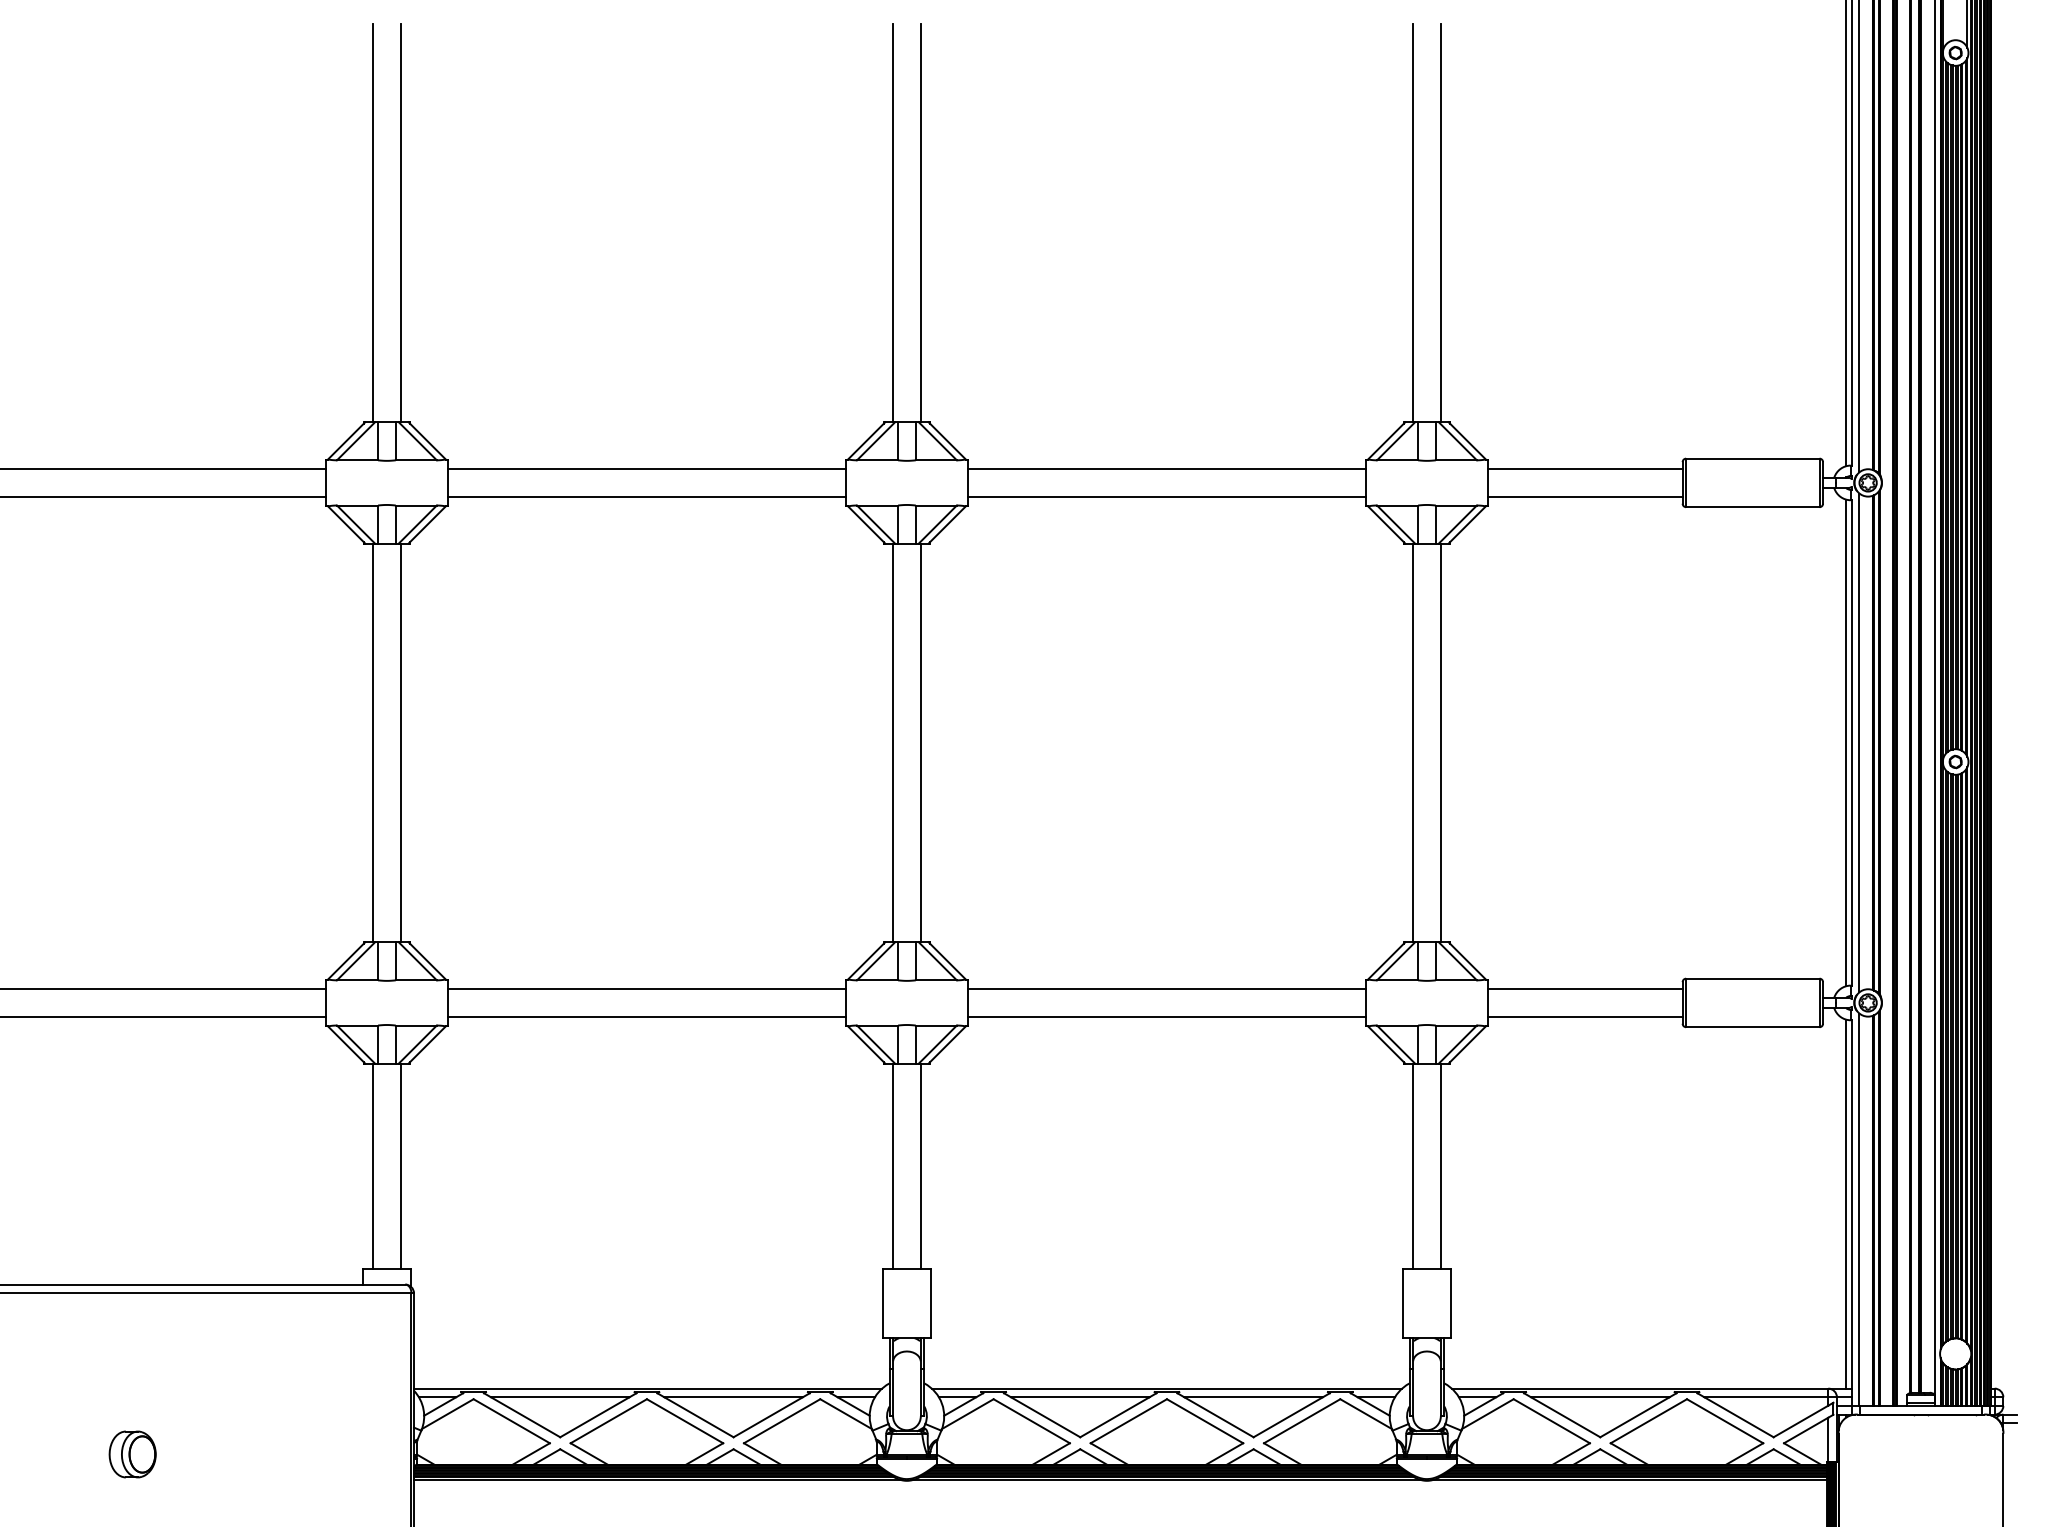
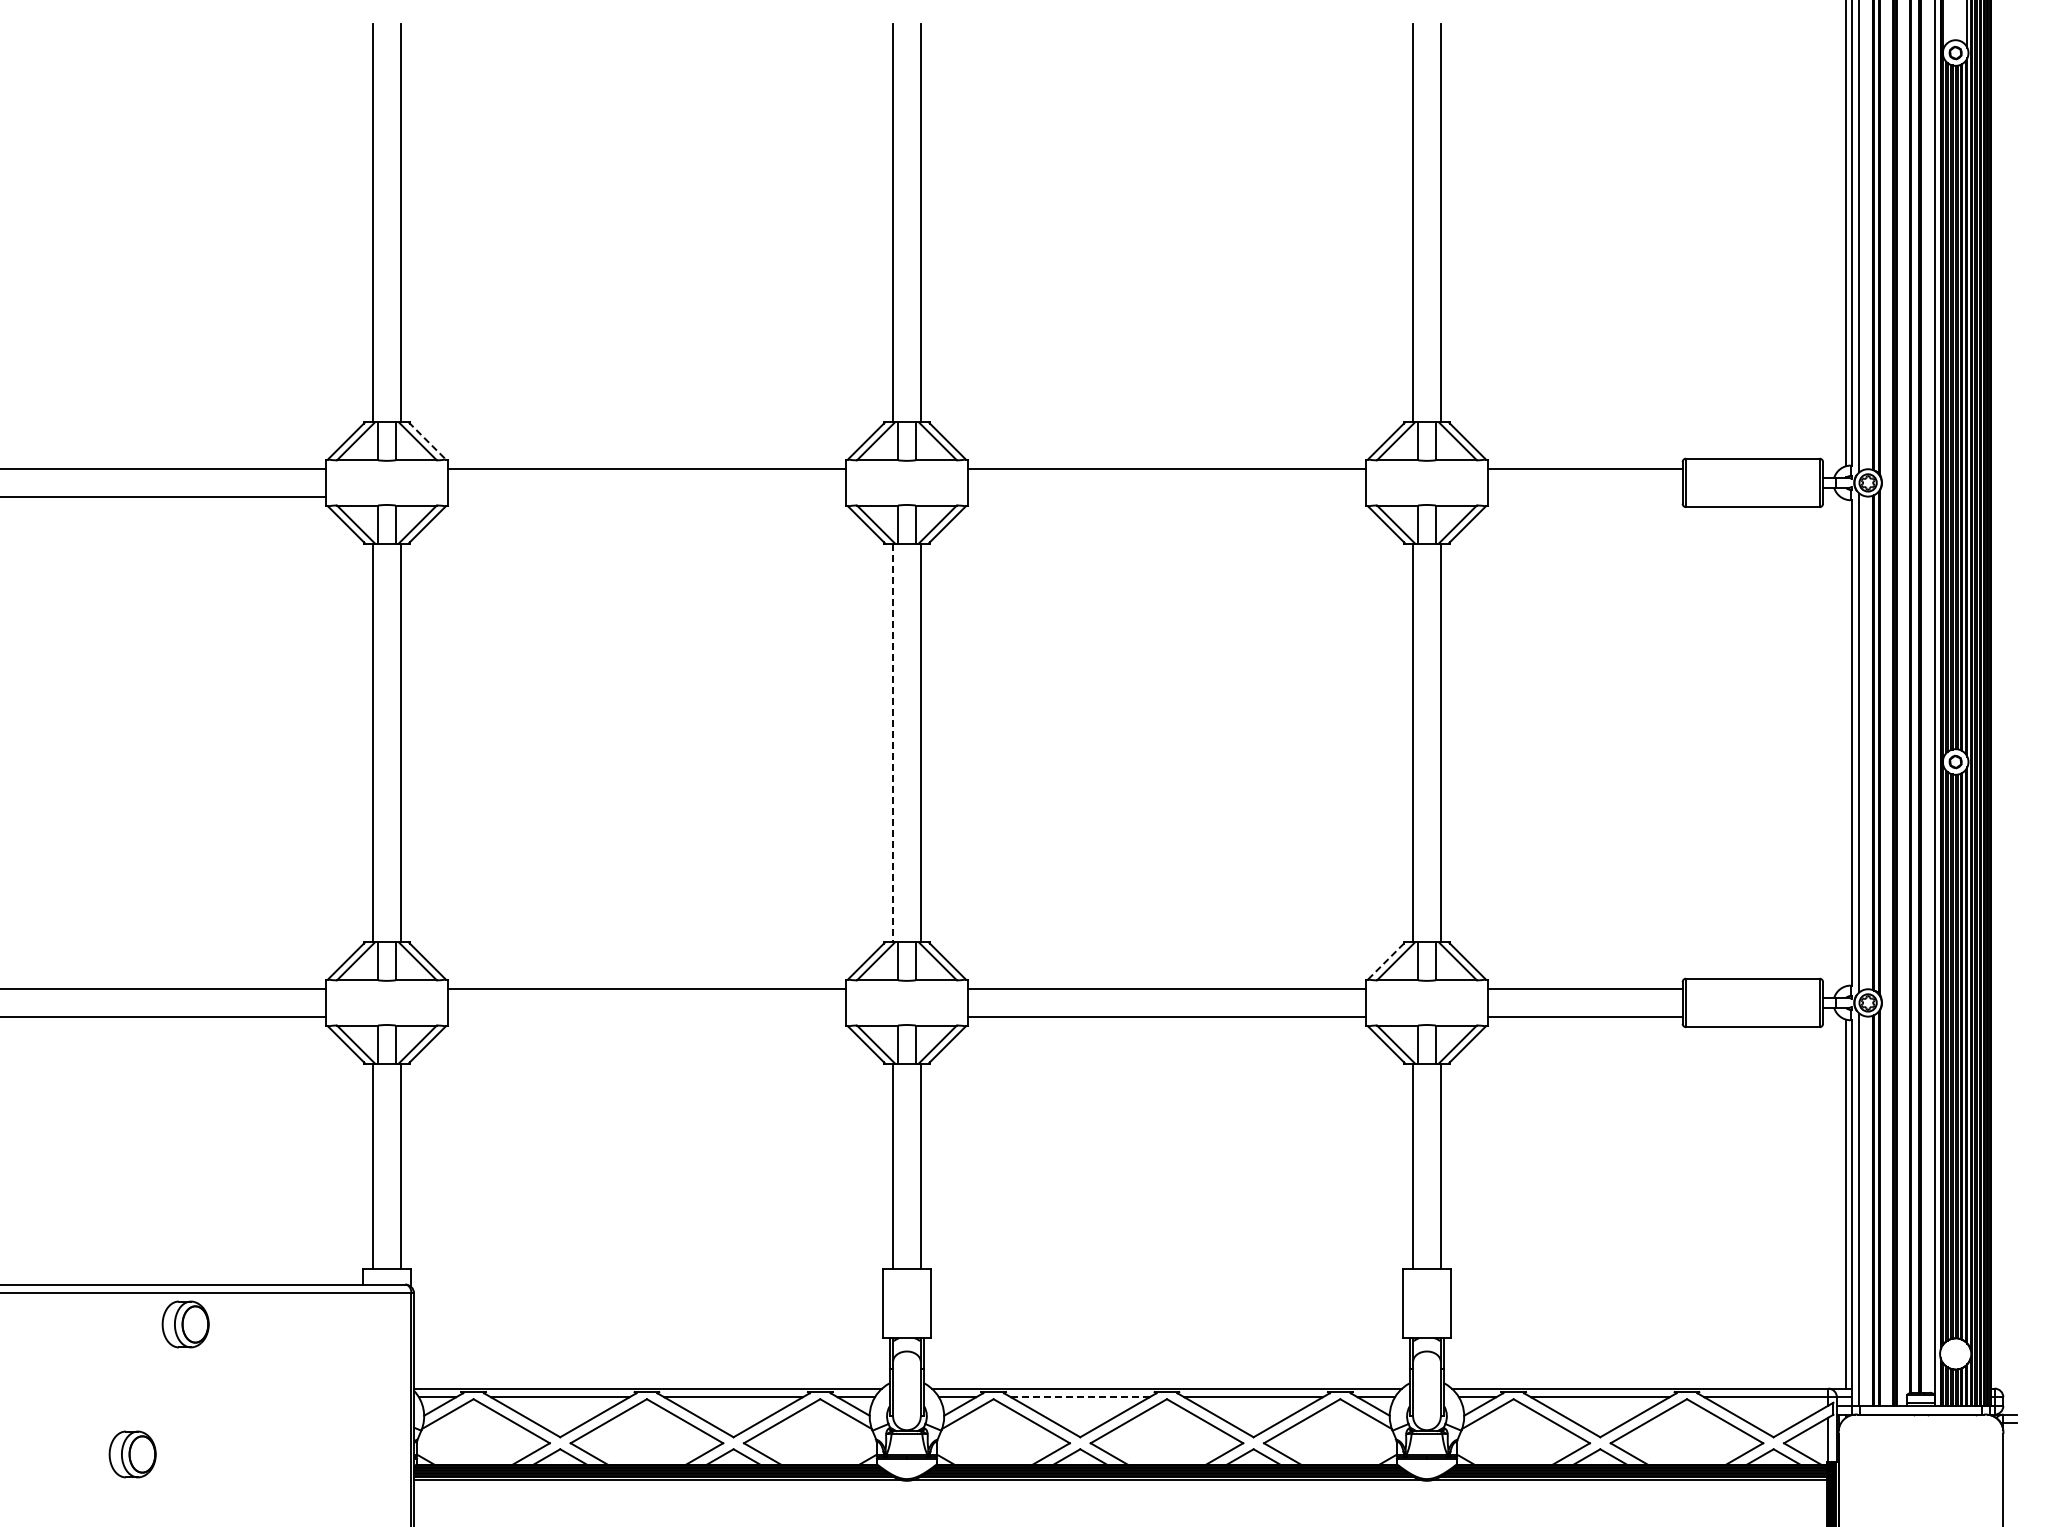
line at (427, 441): solid -> dashed
line at (646, 496): present -> none
line at (1166, 496): present -> none
line at (1584, 496): present -> none
line at (1846, 742): present -> none
line at (893, 743): solid -> dashed
line at (1387, 960): solid -> dashed
line at (646, 1016): present -> none
part at (185, 1324): none -> present
line at (1079, 1397): solid -> dashed
